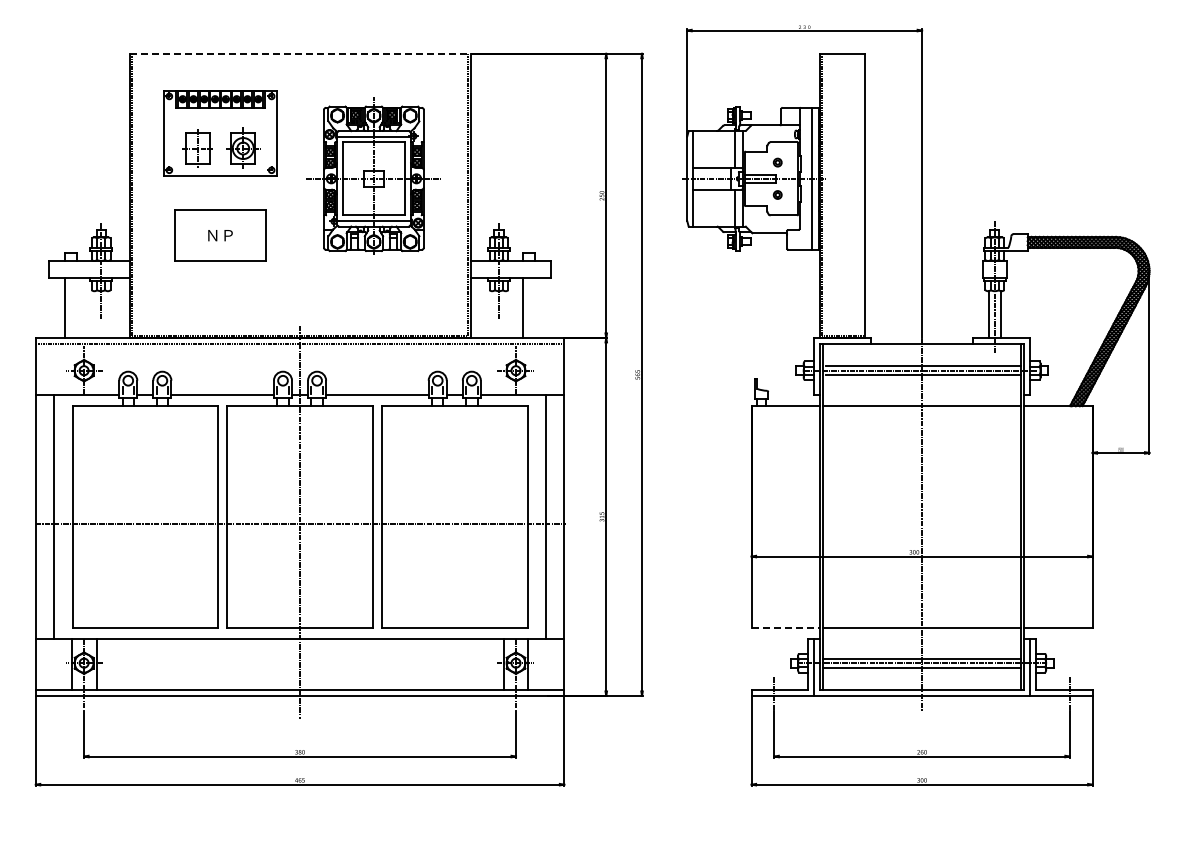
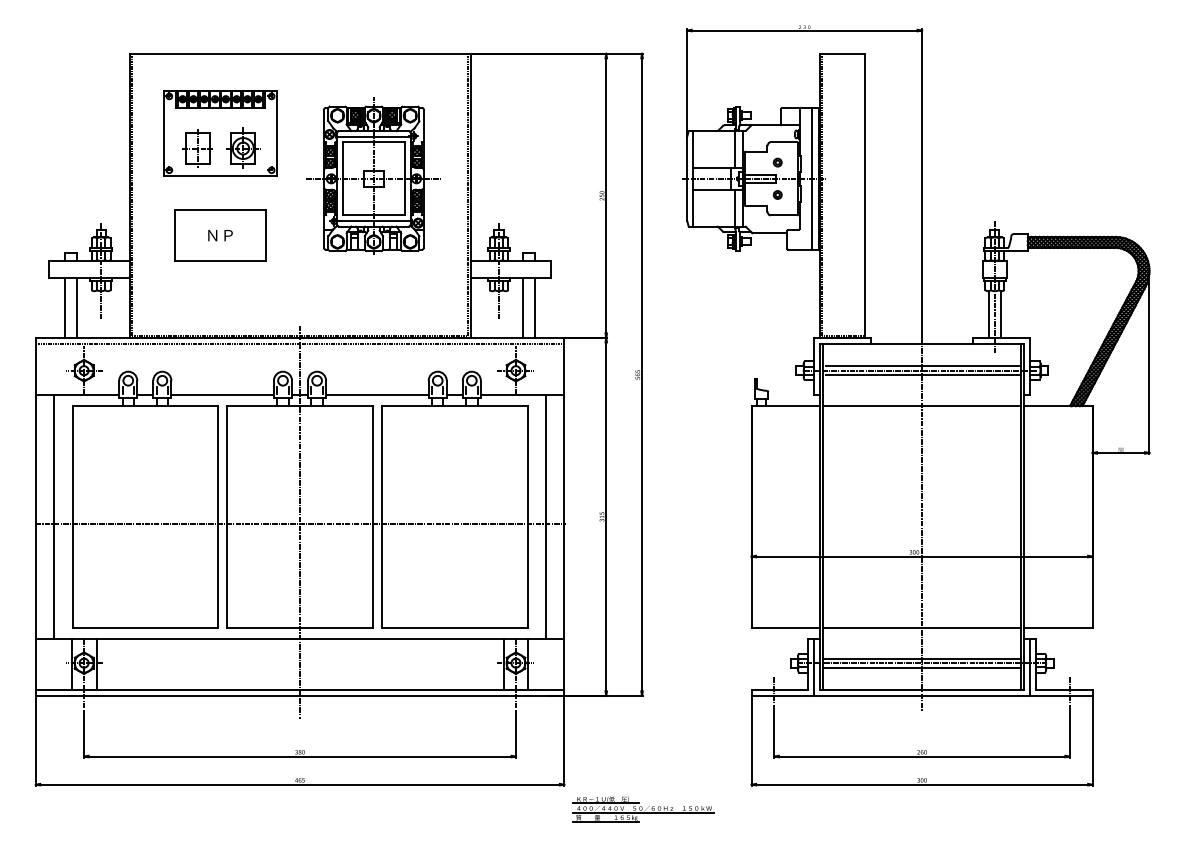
line at (300, 53): dashed -> solid
line at (76, 307): none -> present
line at (534, 307): none -> present
line at (786, 627): dashed -> solid
part at (643, 809): none -> present
